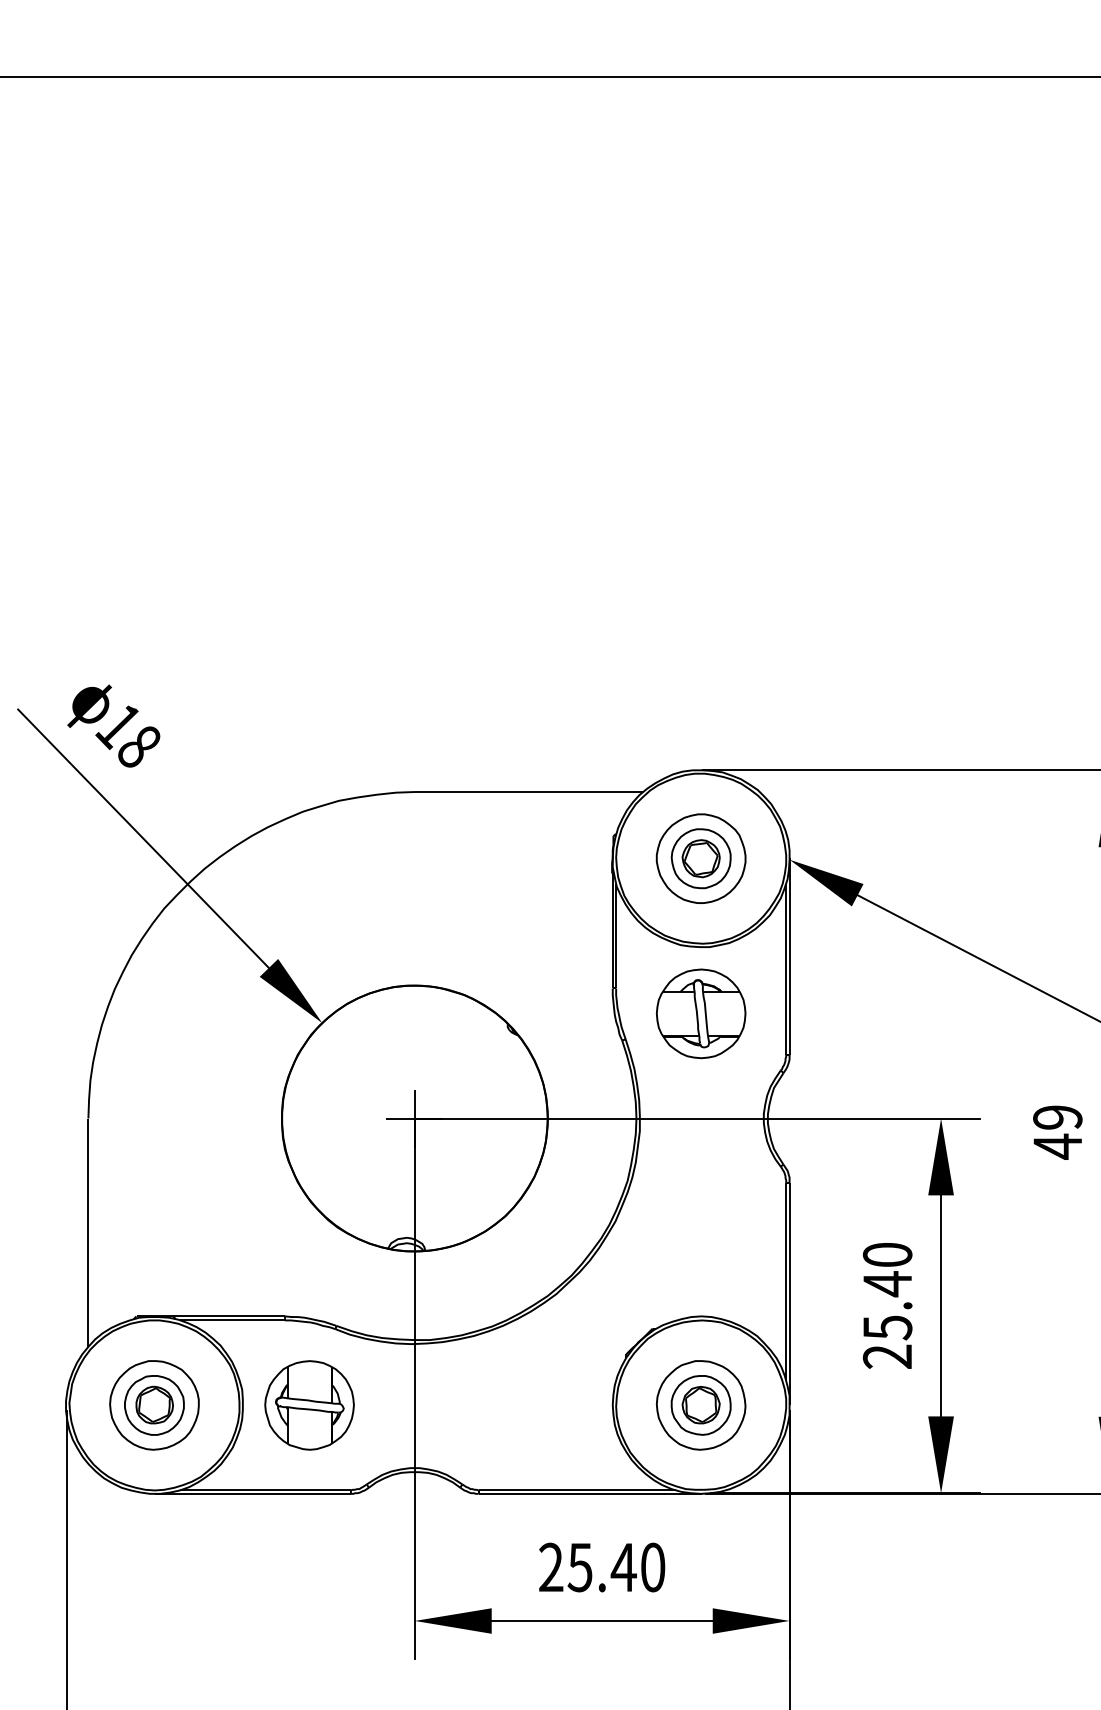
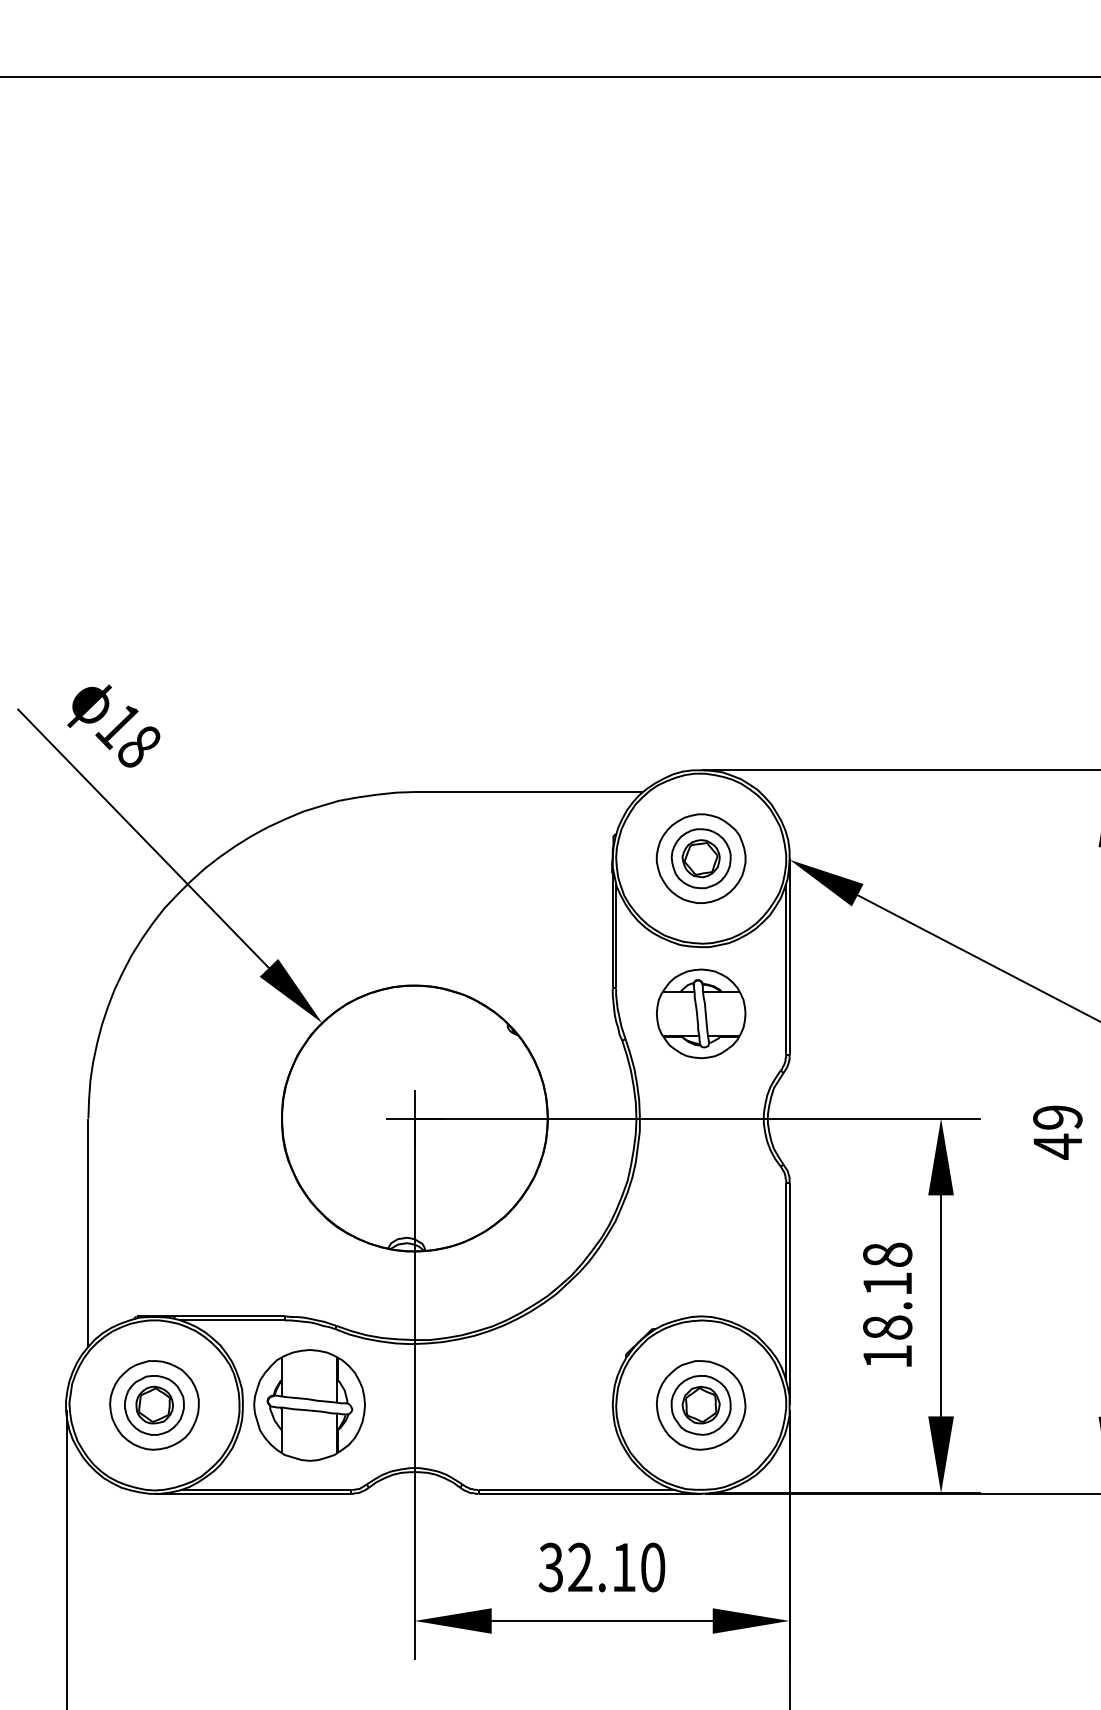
text at (887, 1305): 25.40 -> 18.18
part at (309, 1405) size: 91x91 px -> 113x113 px
text at (587, 1567): 25.40 -> 32.10
